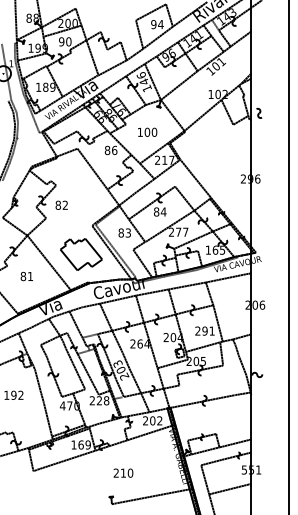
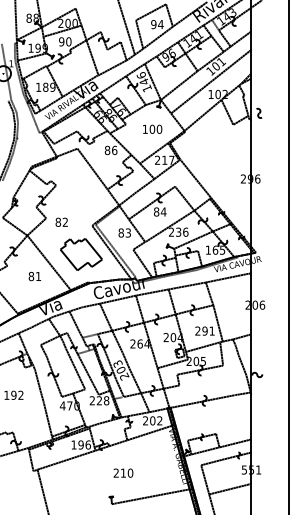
line at (126, 28): none -> present
line at (211, 81): none -> present
text at (147, 131) position: (147, 131) -> (152, 128)
text at (61, 204) position: (61, 204) -> (61, 221)
text at (182, 231): 277 -> 236
text at (26, 276) position: (26, 276) -> (34, 276)
text at (84, 444): 169 -> 196
line at (42, 490): none -> present
